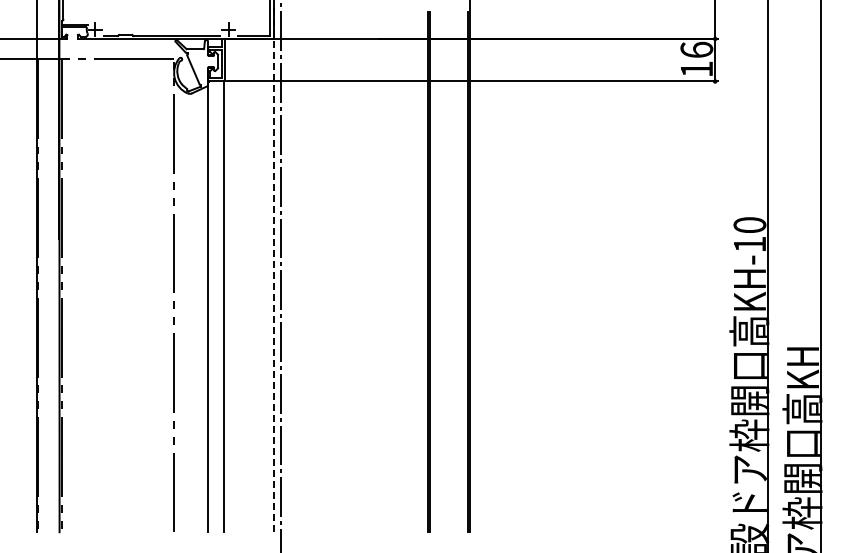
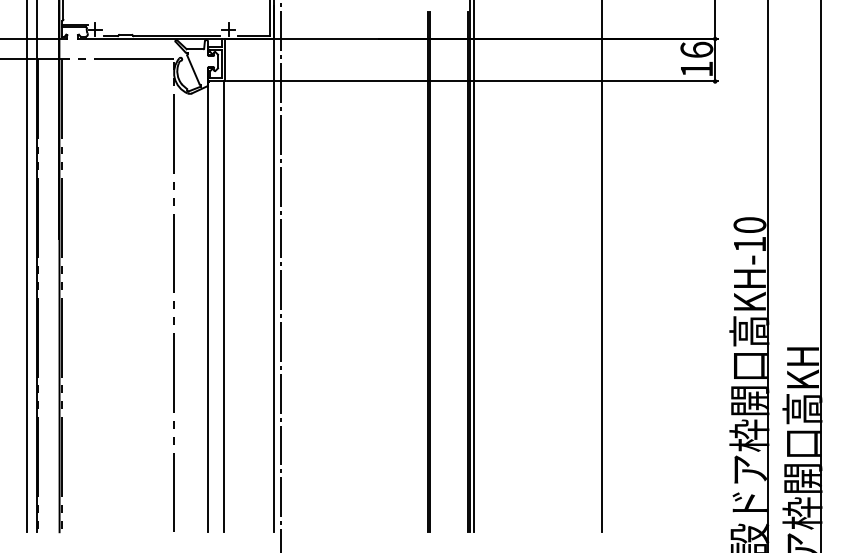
line at (26, 267): none -> present
line at (473, 267): none -> present
line at (602, 267): none -> present
line at (274, 268): dashed -> solid
